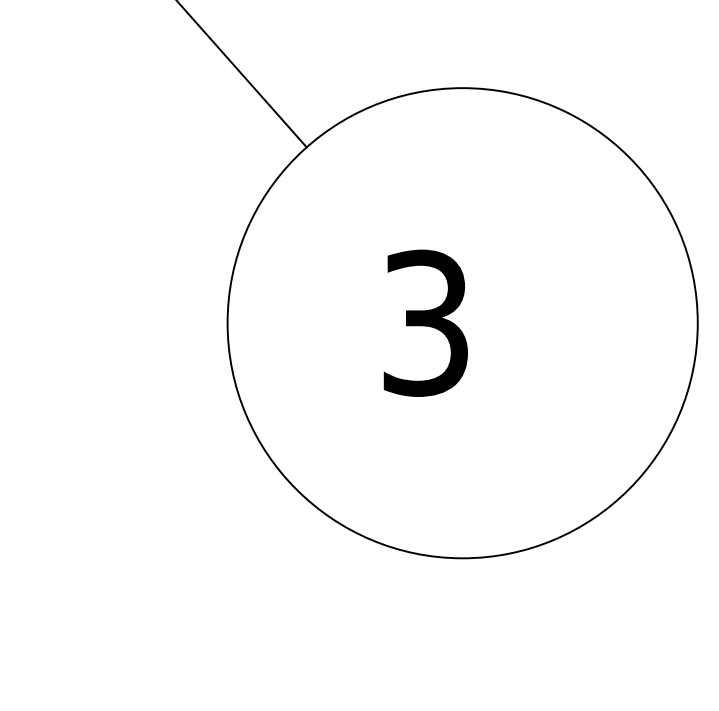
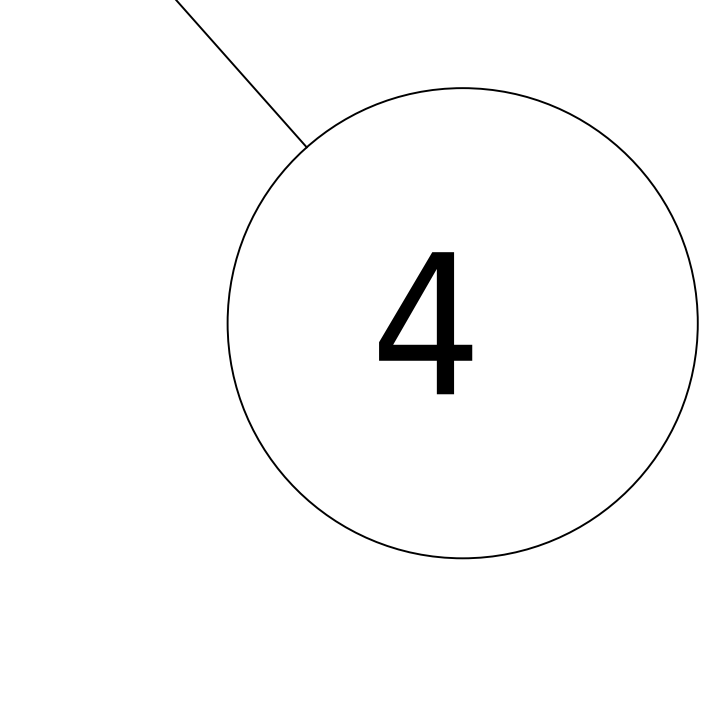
text at (425, 322): 3 -> 4
